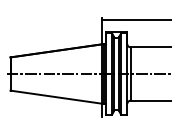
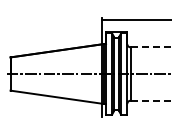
line at (150, 47): solid -> dashed
line at (150, 100): solid -> dashed
